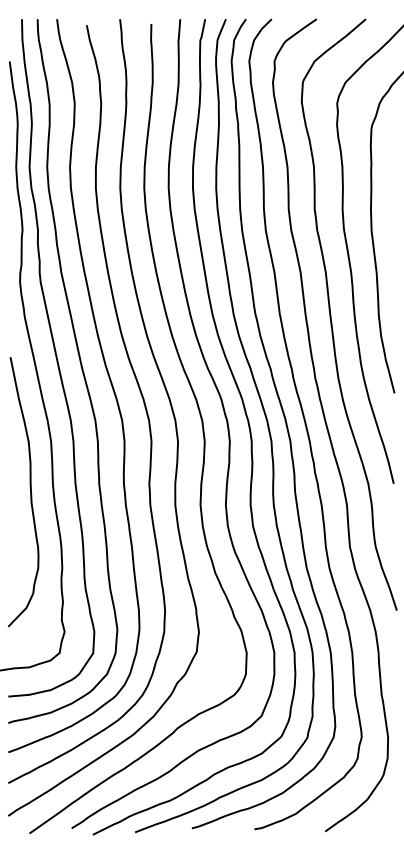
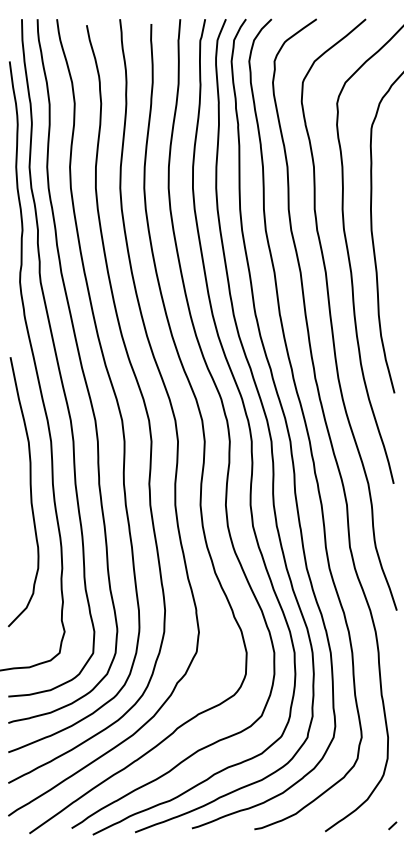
line at (392, 825): none -> present
